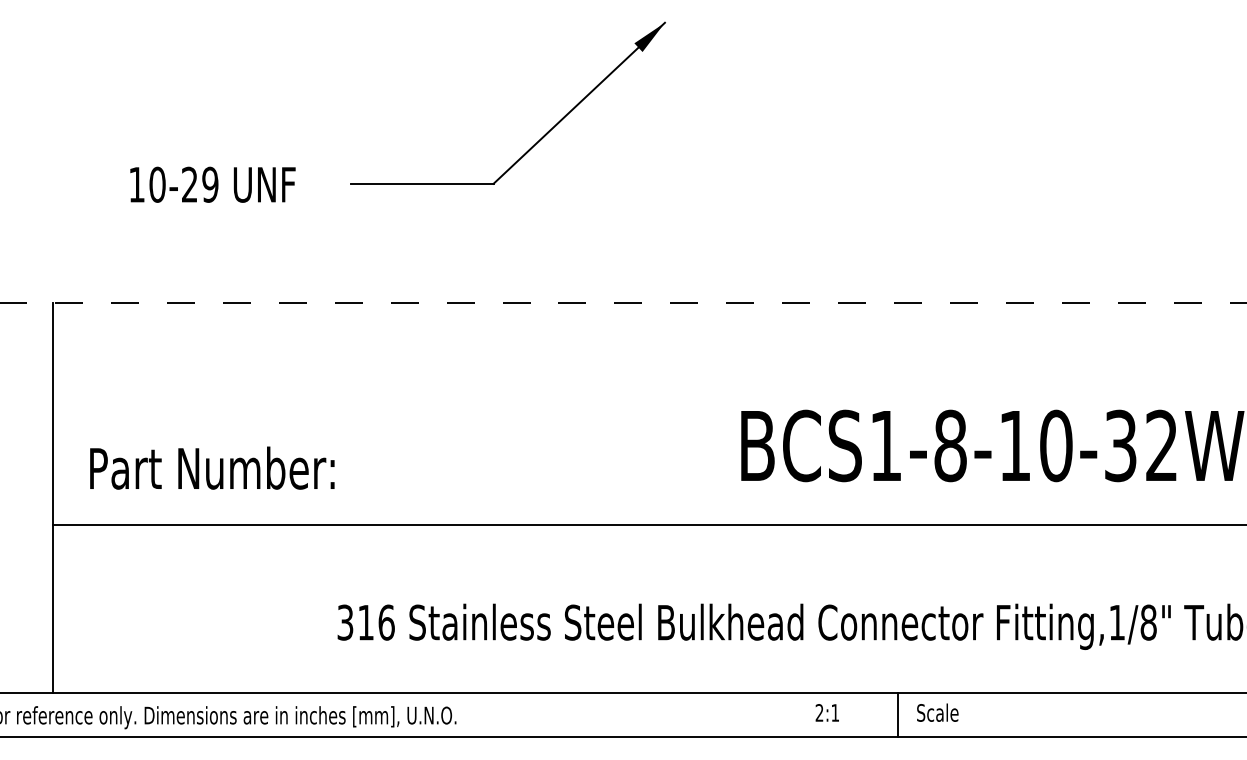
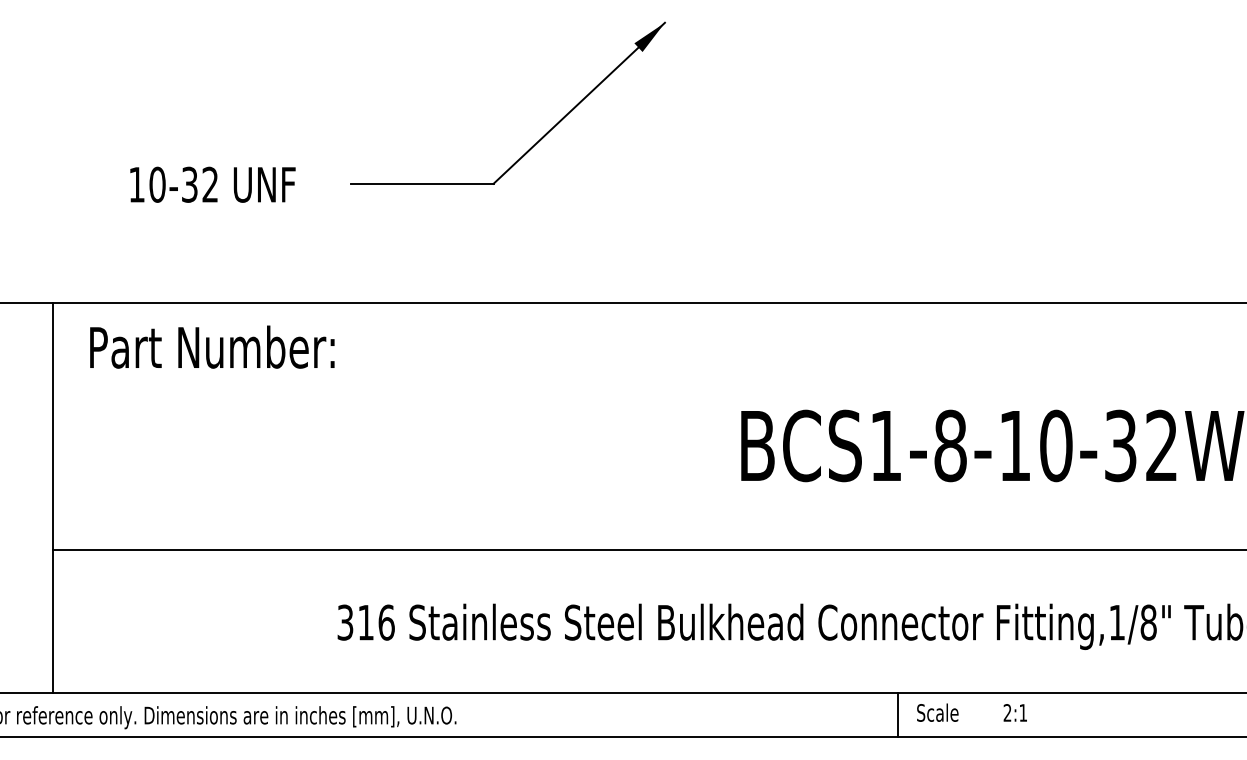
text at (200, 184): 10-29 -> 10-32
line at (624, 302): dashed -> solid
text at (212, 467) position: (212, 467) -> (212, 346)
line at (648, 525) position: (648, 525) -> (648, 550)
text at (826, 712) position: (826, 712) -> (1014, 712)
